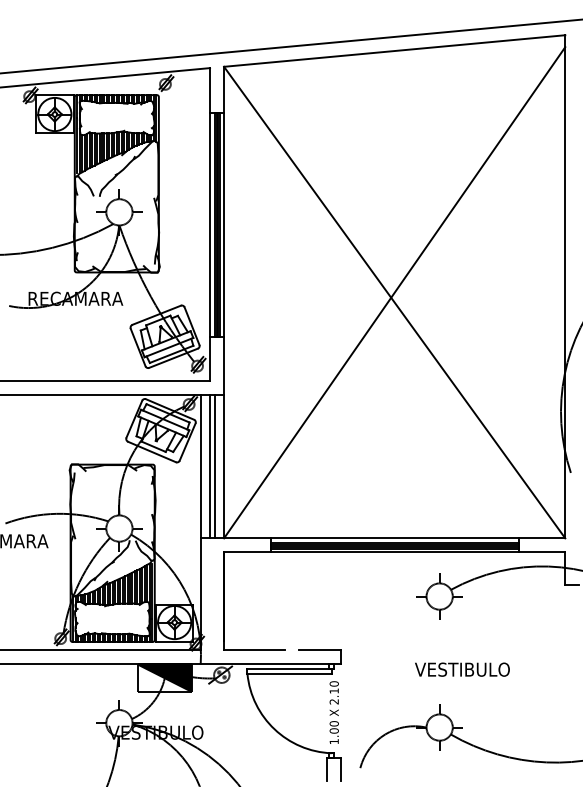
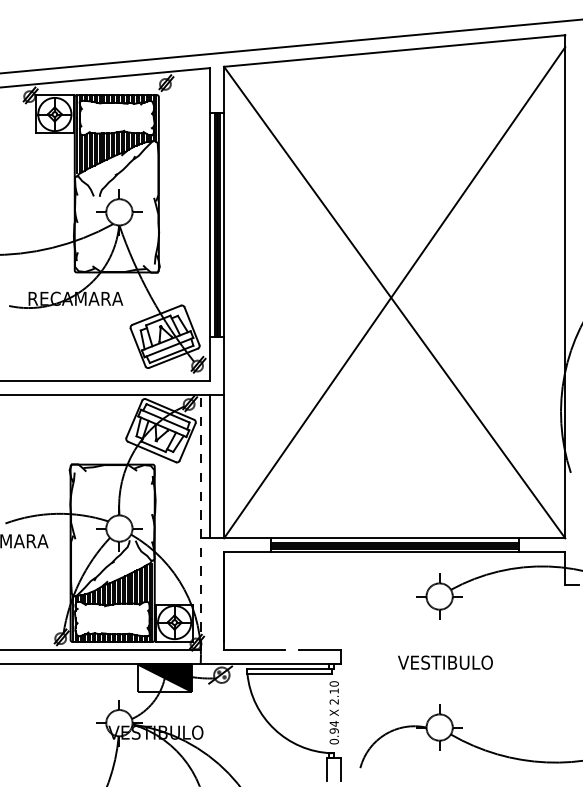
line at (214, 466): present -> none
line at (200, 522): solid -> dashed
text at (462, 669) position: (462, 669) -> (445, 662)
text at (333, 732): 1.00 -> 0.94
